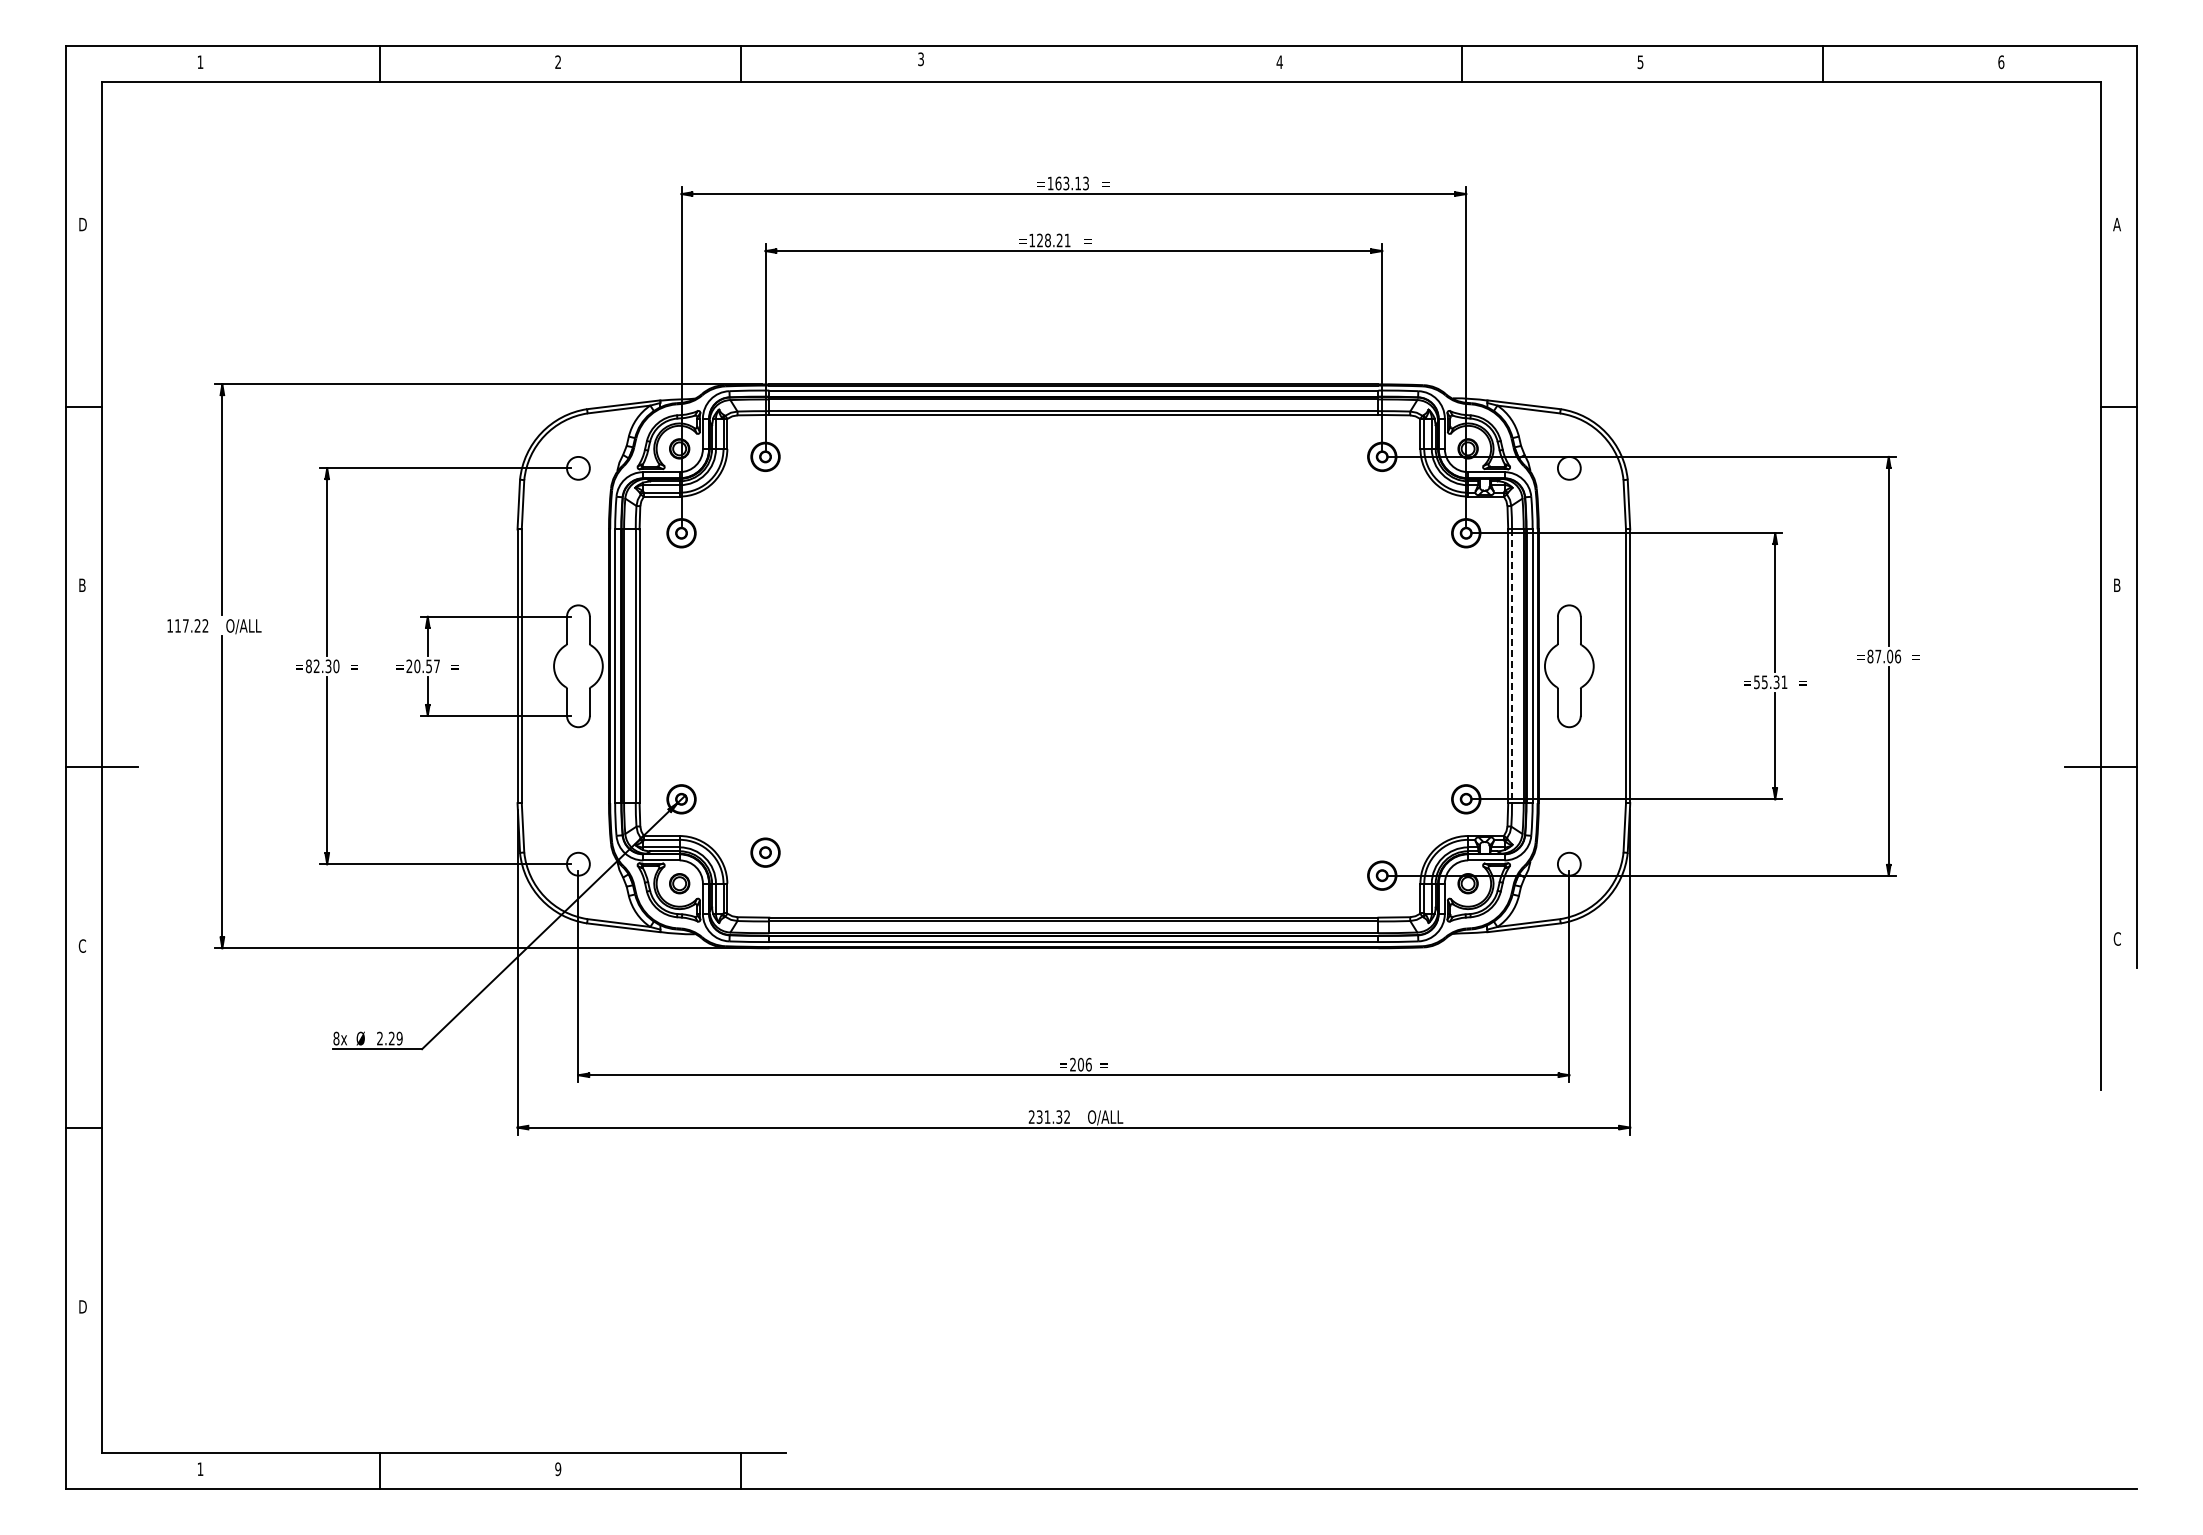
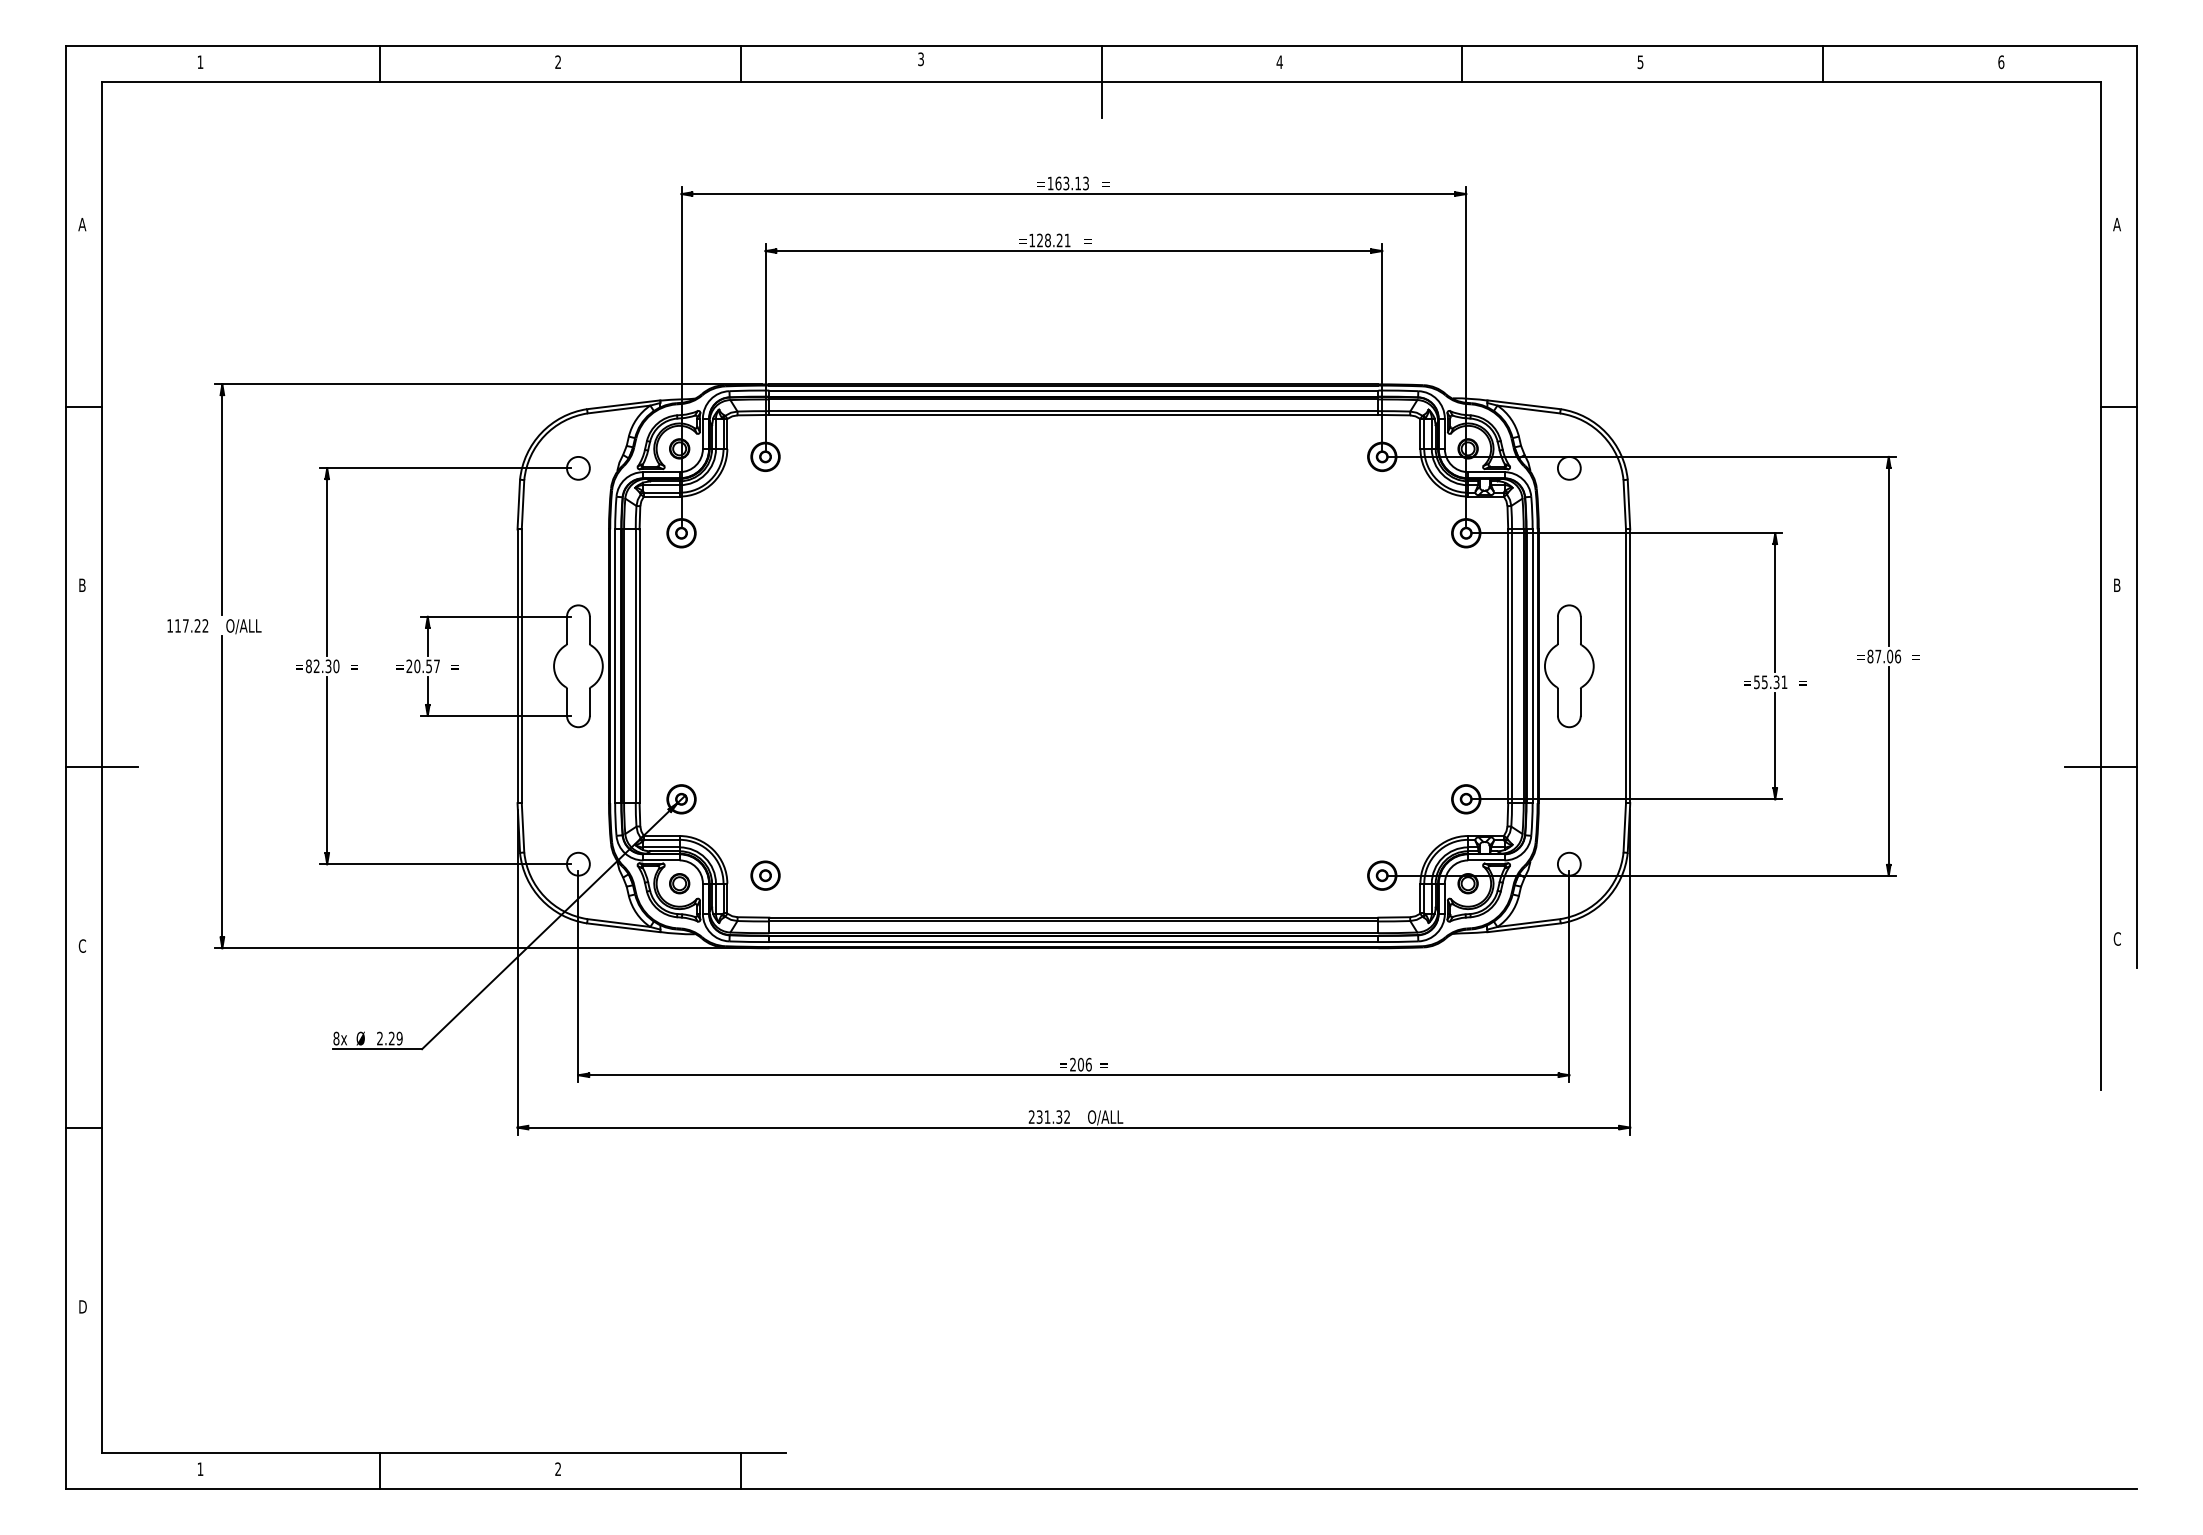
line at (1101, 81): none -> present
text at (82, 224): D -> A
line at (1512, 666): dashed -> solid
part at (765, 852) position: (765, 852) -> (765, 875)
text at (558, 1469): 9 -> 2
